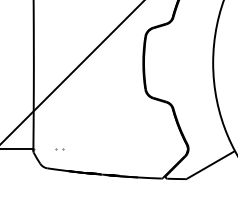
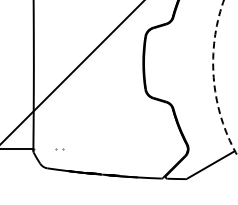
circle at (225, 77): solid -> dashed
